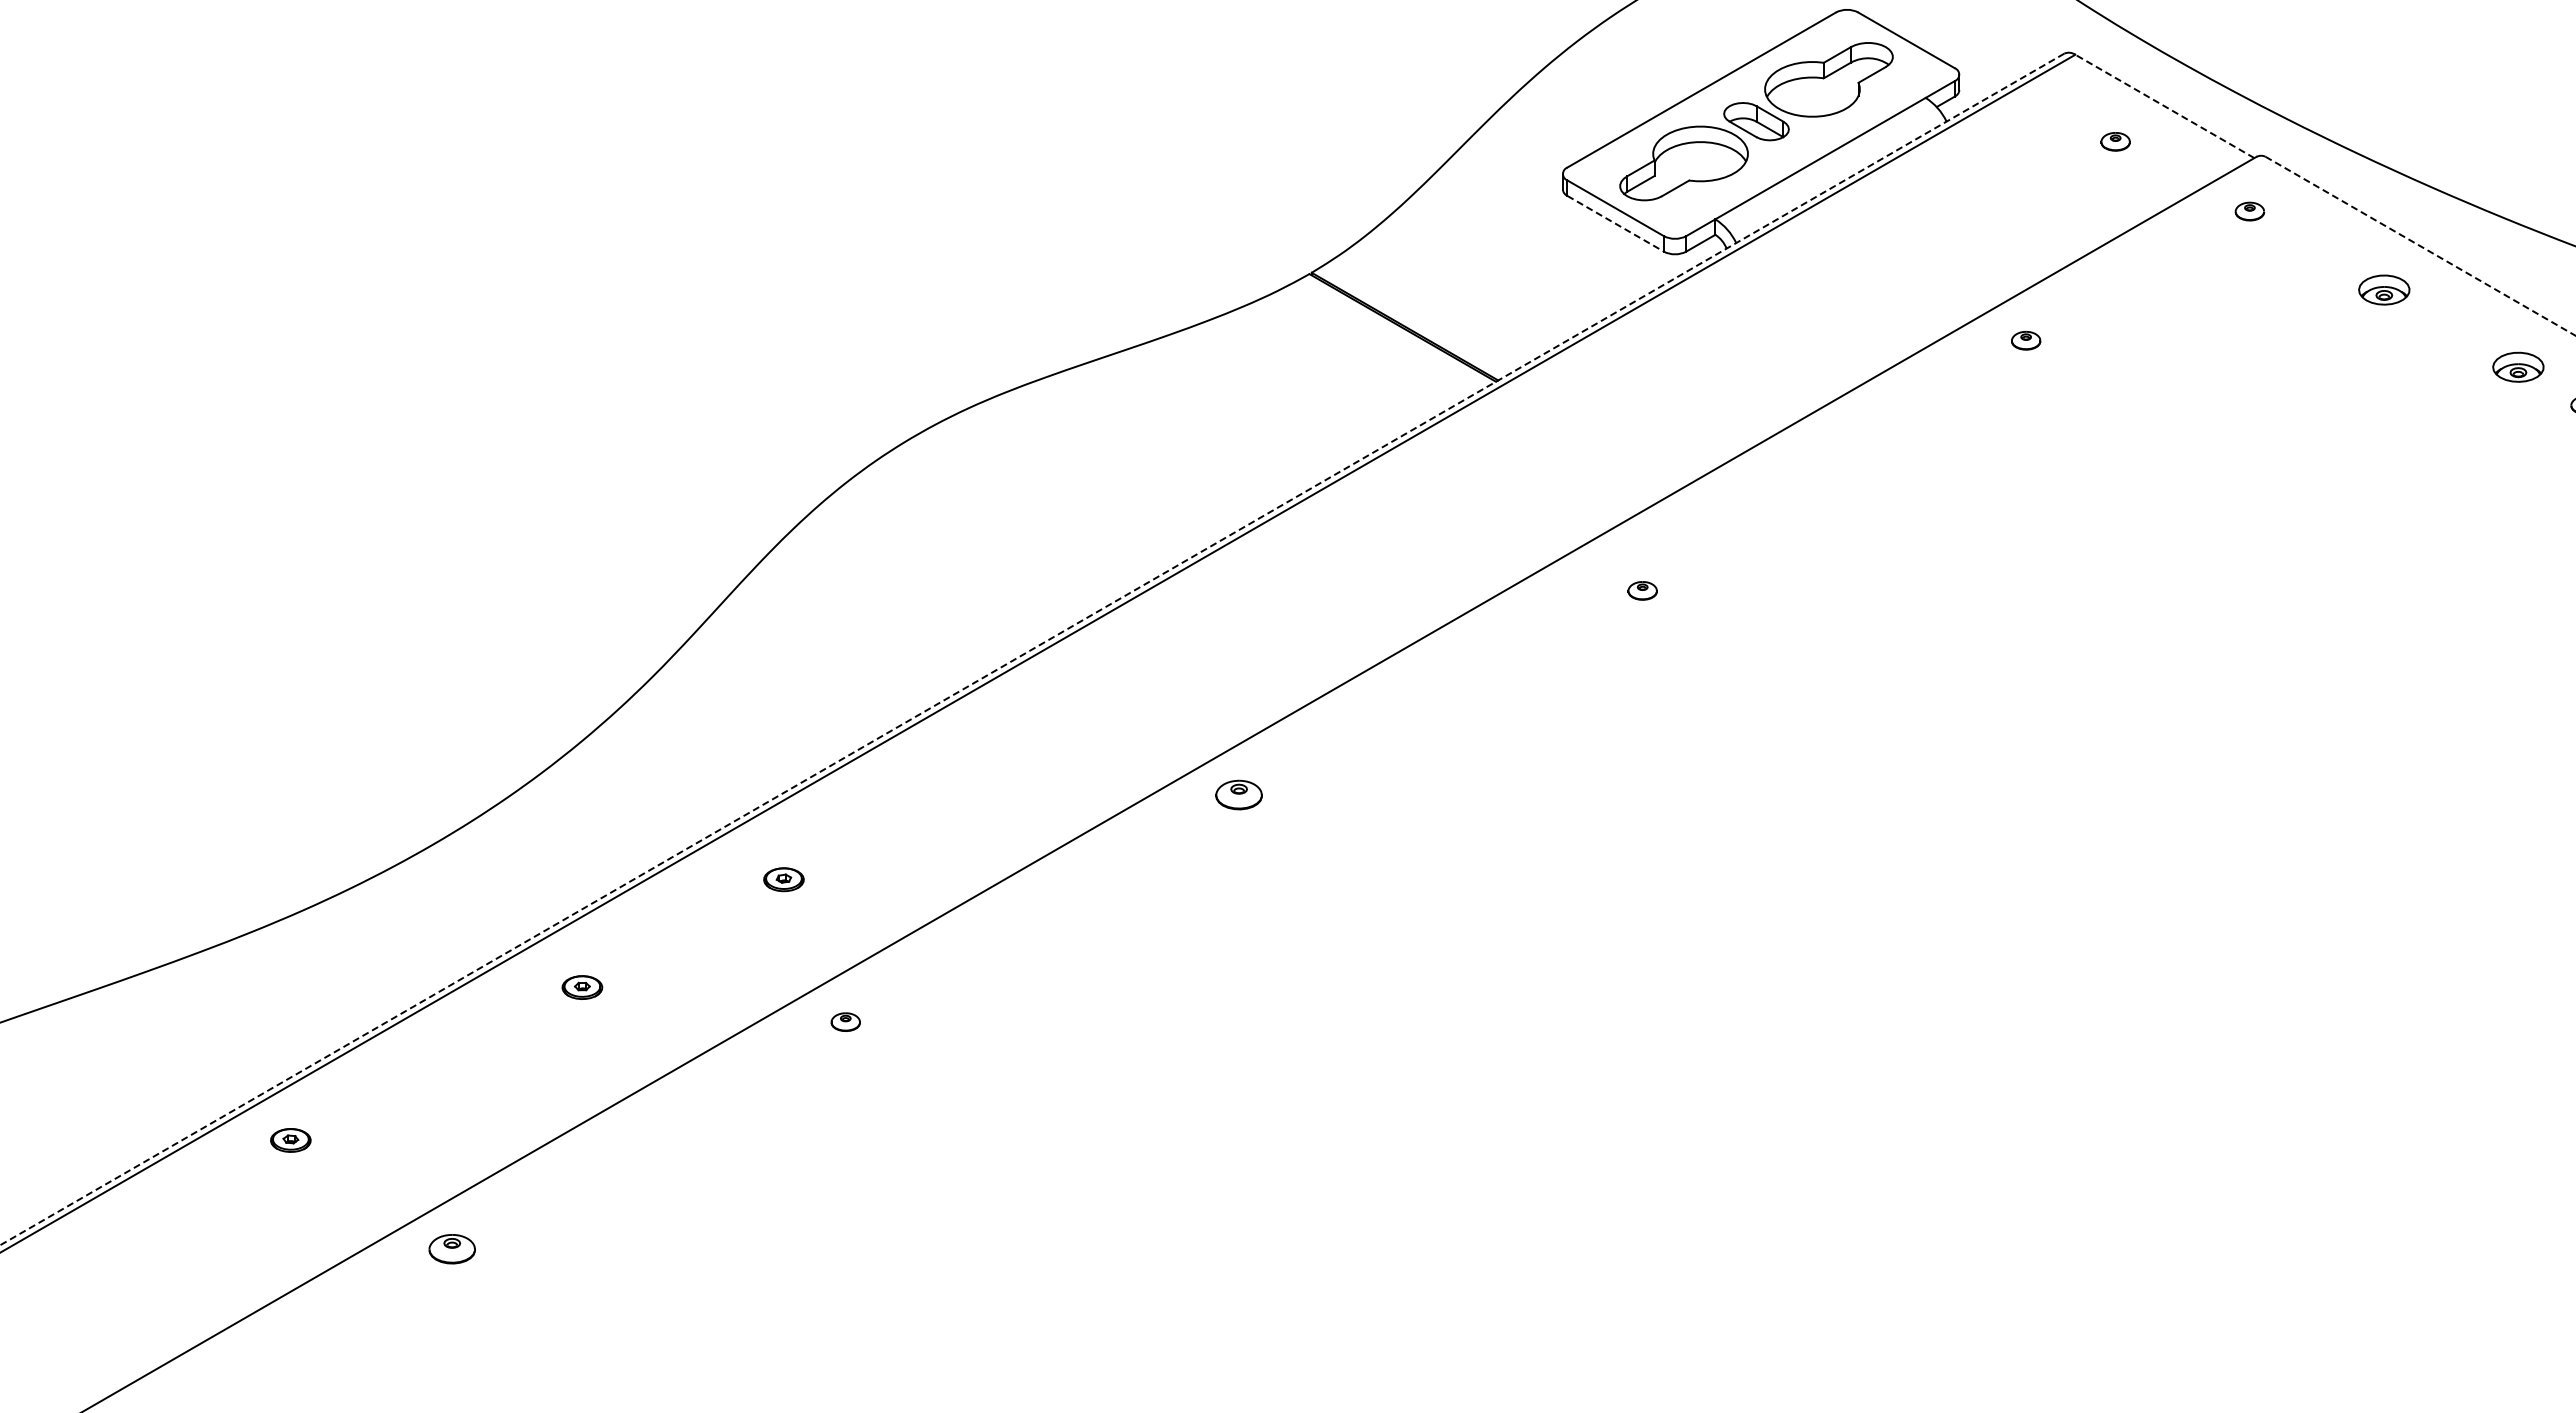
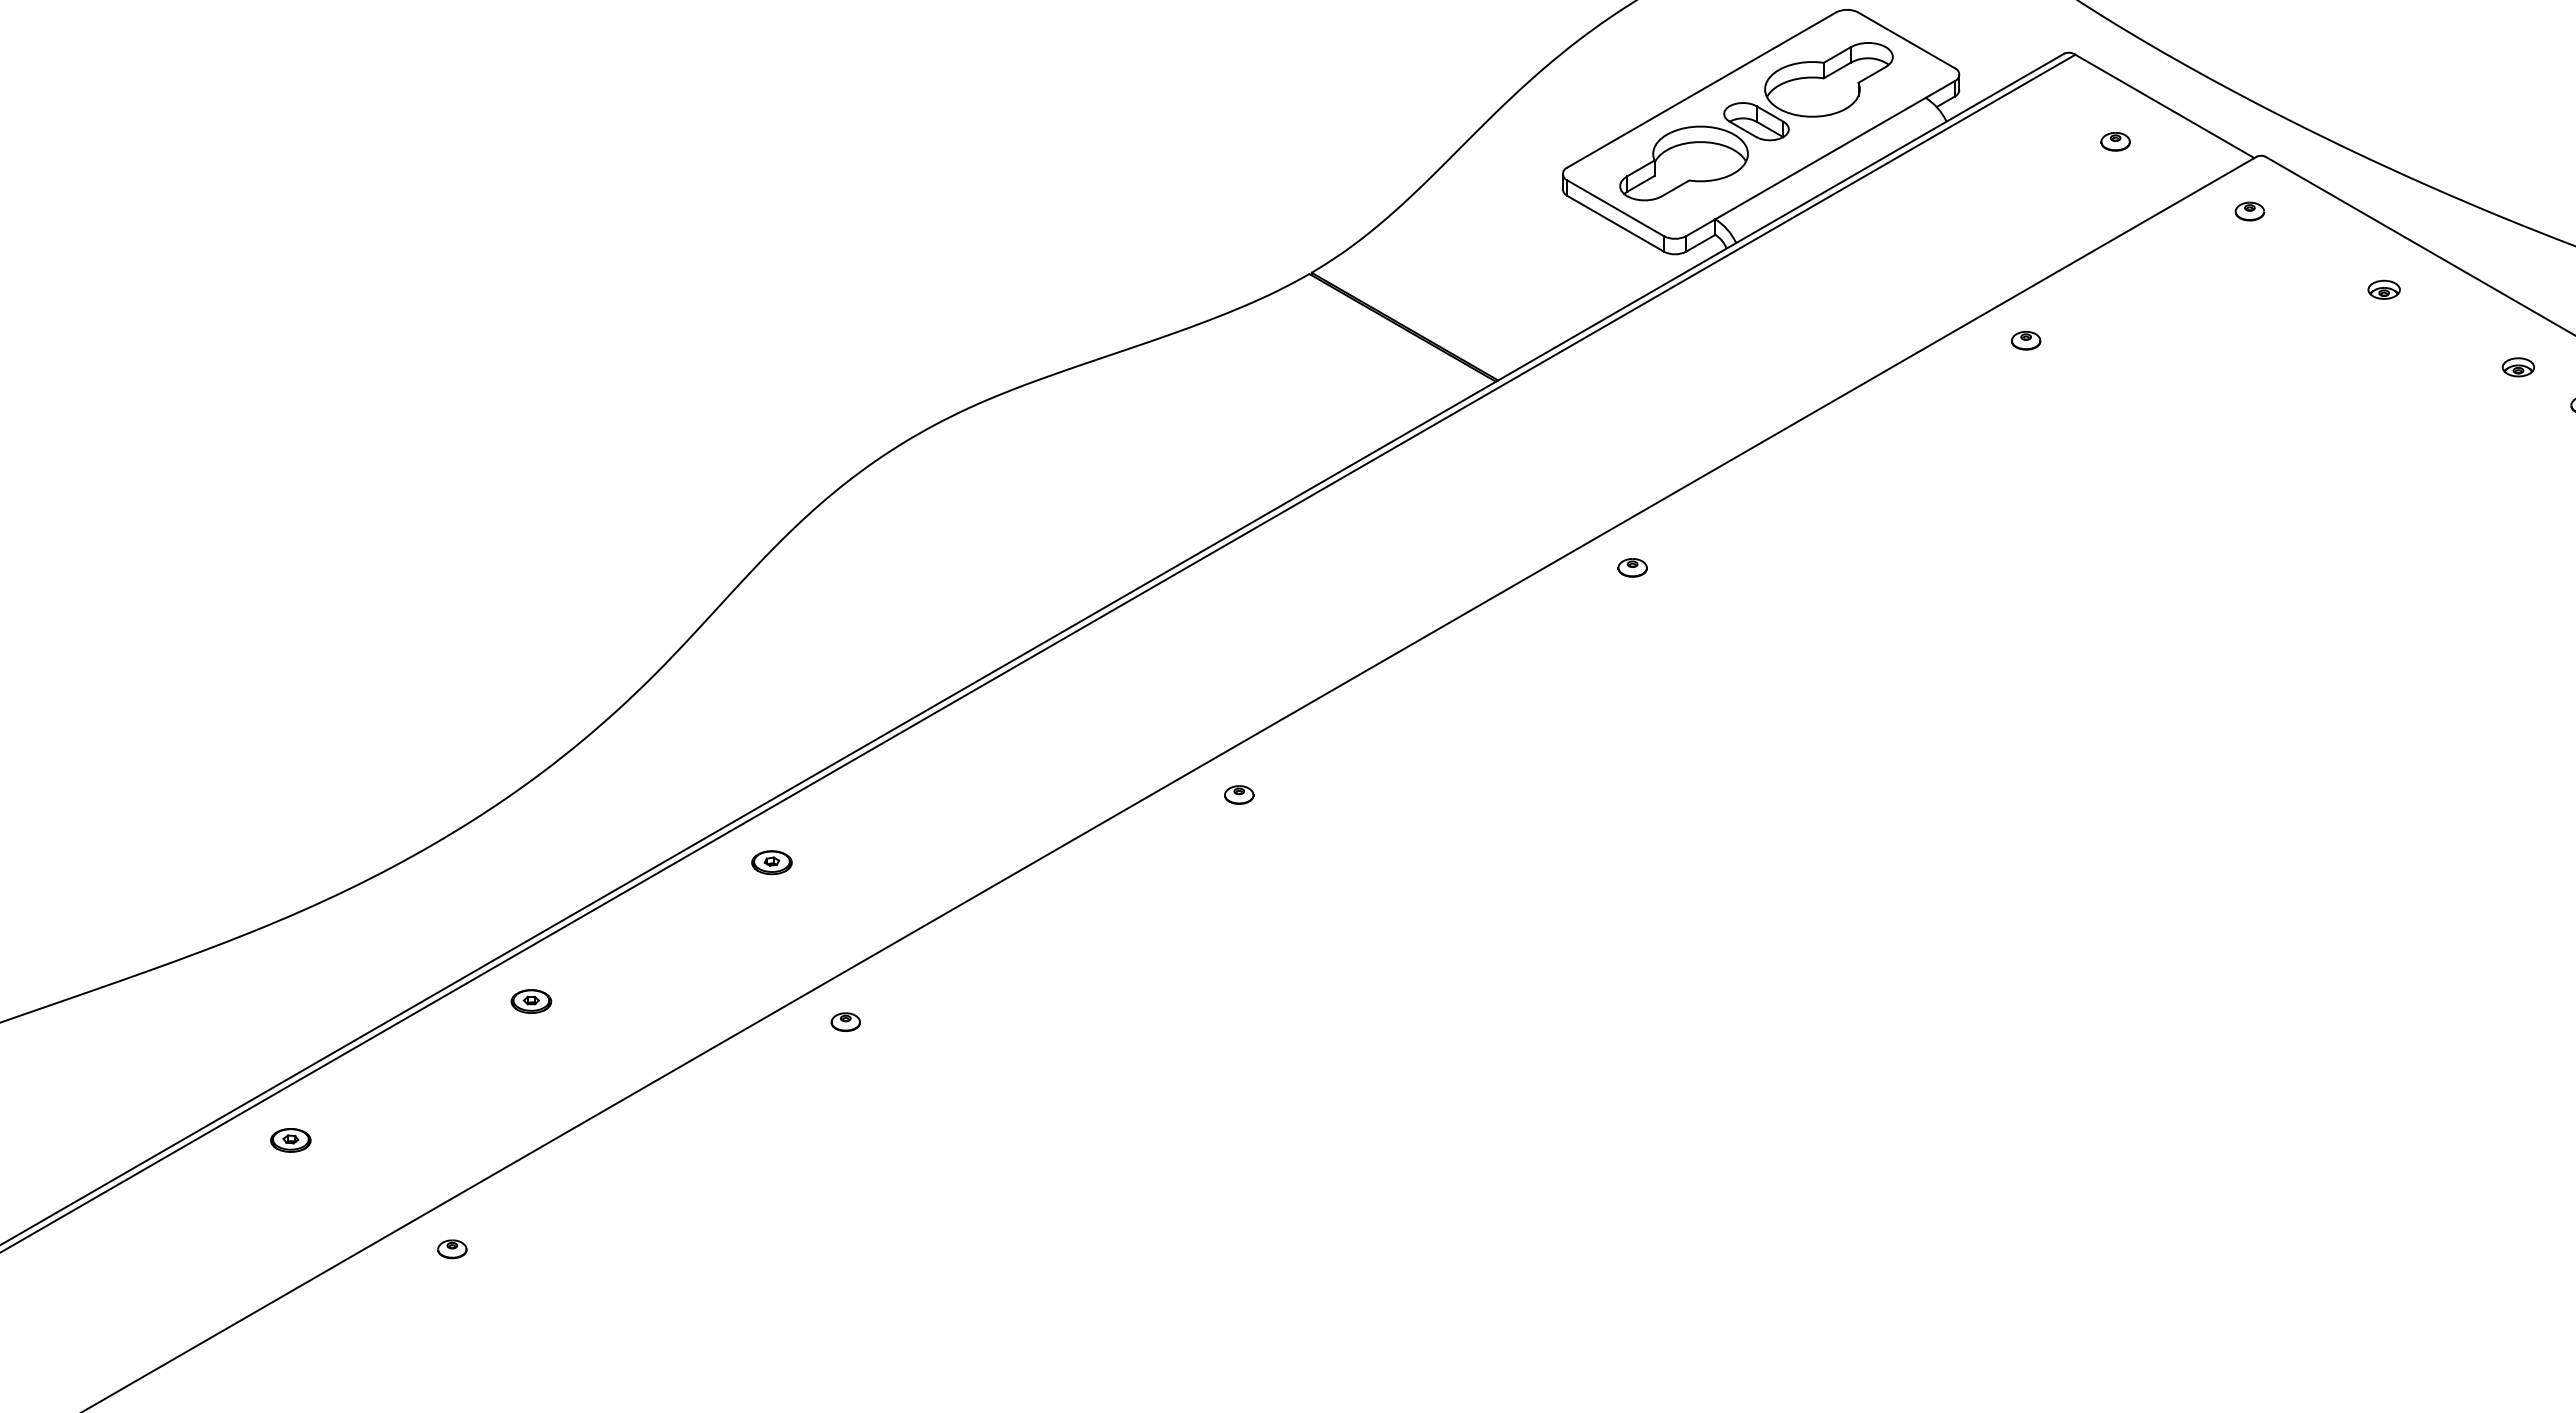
line at (2164, 106): dashed -> solid
line at (1615, 223): dashed -> solid
line at (2420, 246): dashed -> solid
part at (2384, 289) size: 53x32 px -> 34x21 px
part at (2518, 366) size: 53x32 px -> 35x21 px
part at (1642, 590) position: (1642, 590) -> (1632, 567)
line at (1032, 649): dashed -> solid
part at (1238, 794) size: 48x32 px -> 31x20 px
part at (783, 879) position: (783, 879) -> (771, 862)
part at (582, 987) position: (582, 987) -> (531, 1001)
part at (451, 1249) size: 48x31 px -> 31x21 px
